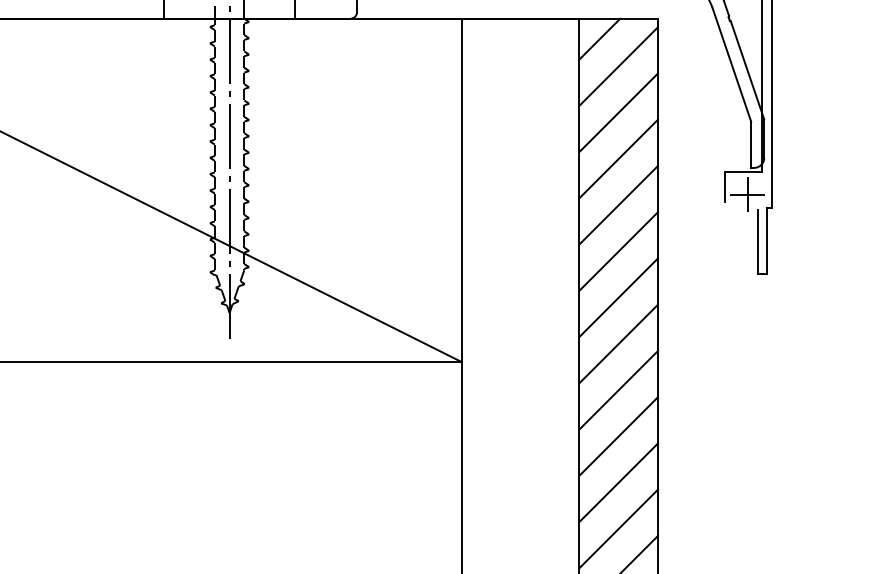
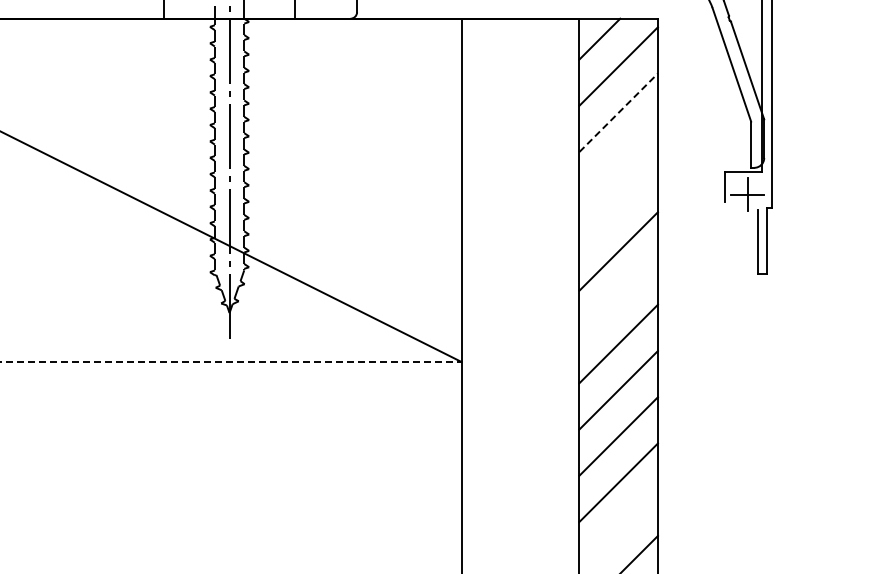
line at (619, 112): solid -> dashed
line at (618, 158): present -> none
line at (618, 205): present -> none
line at (618, 297): present -> none
line at (231, 362): solid -> dashed
line at (618, 528): present -> none
